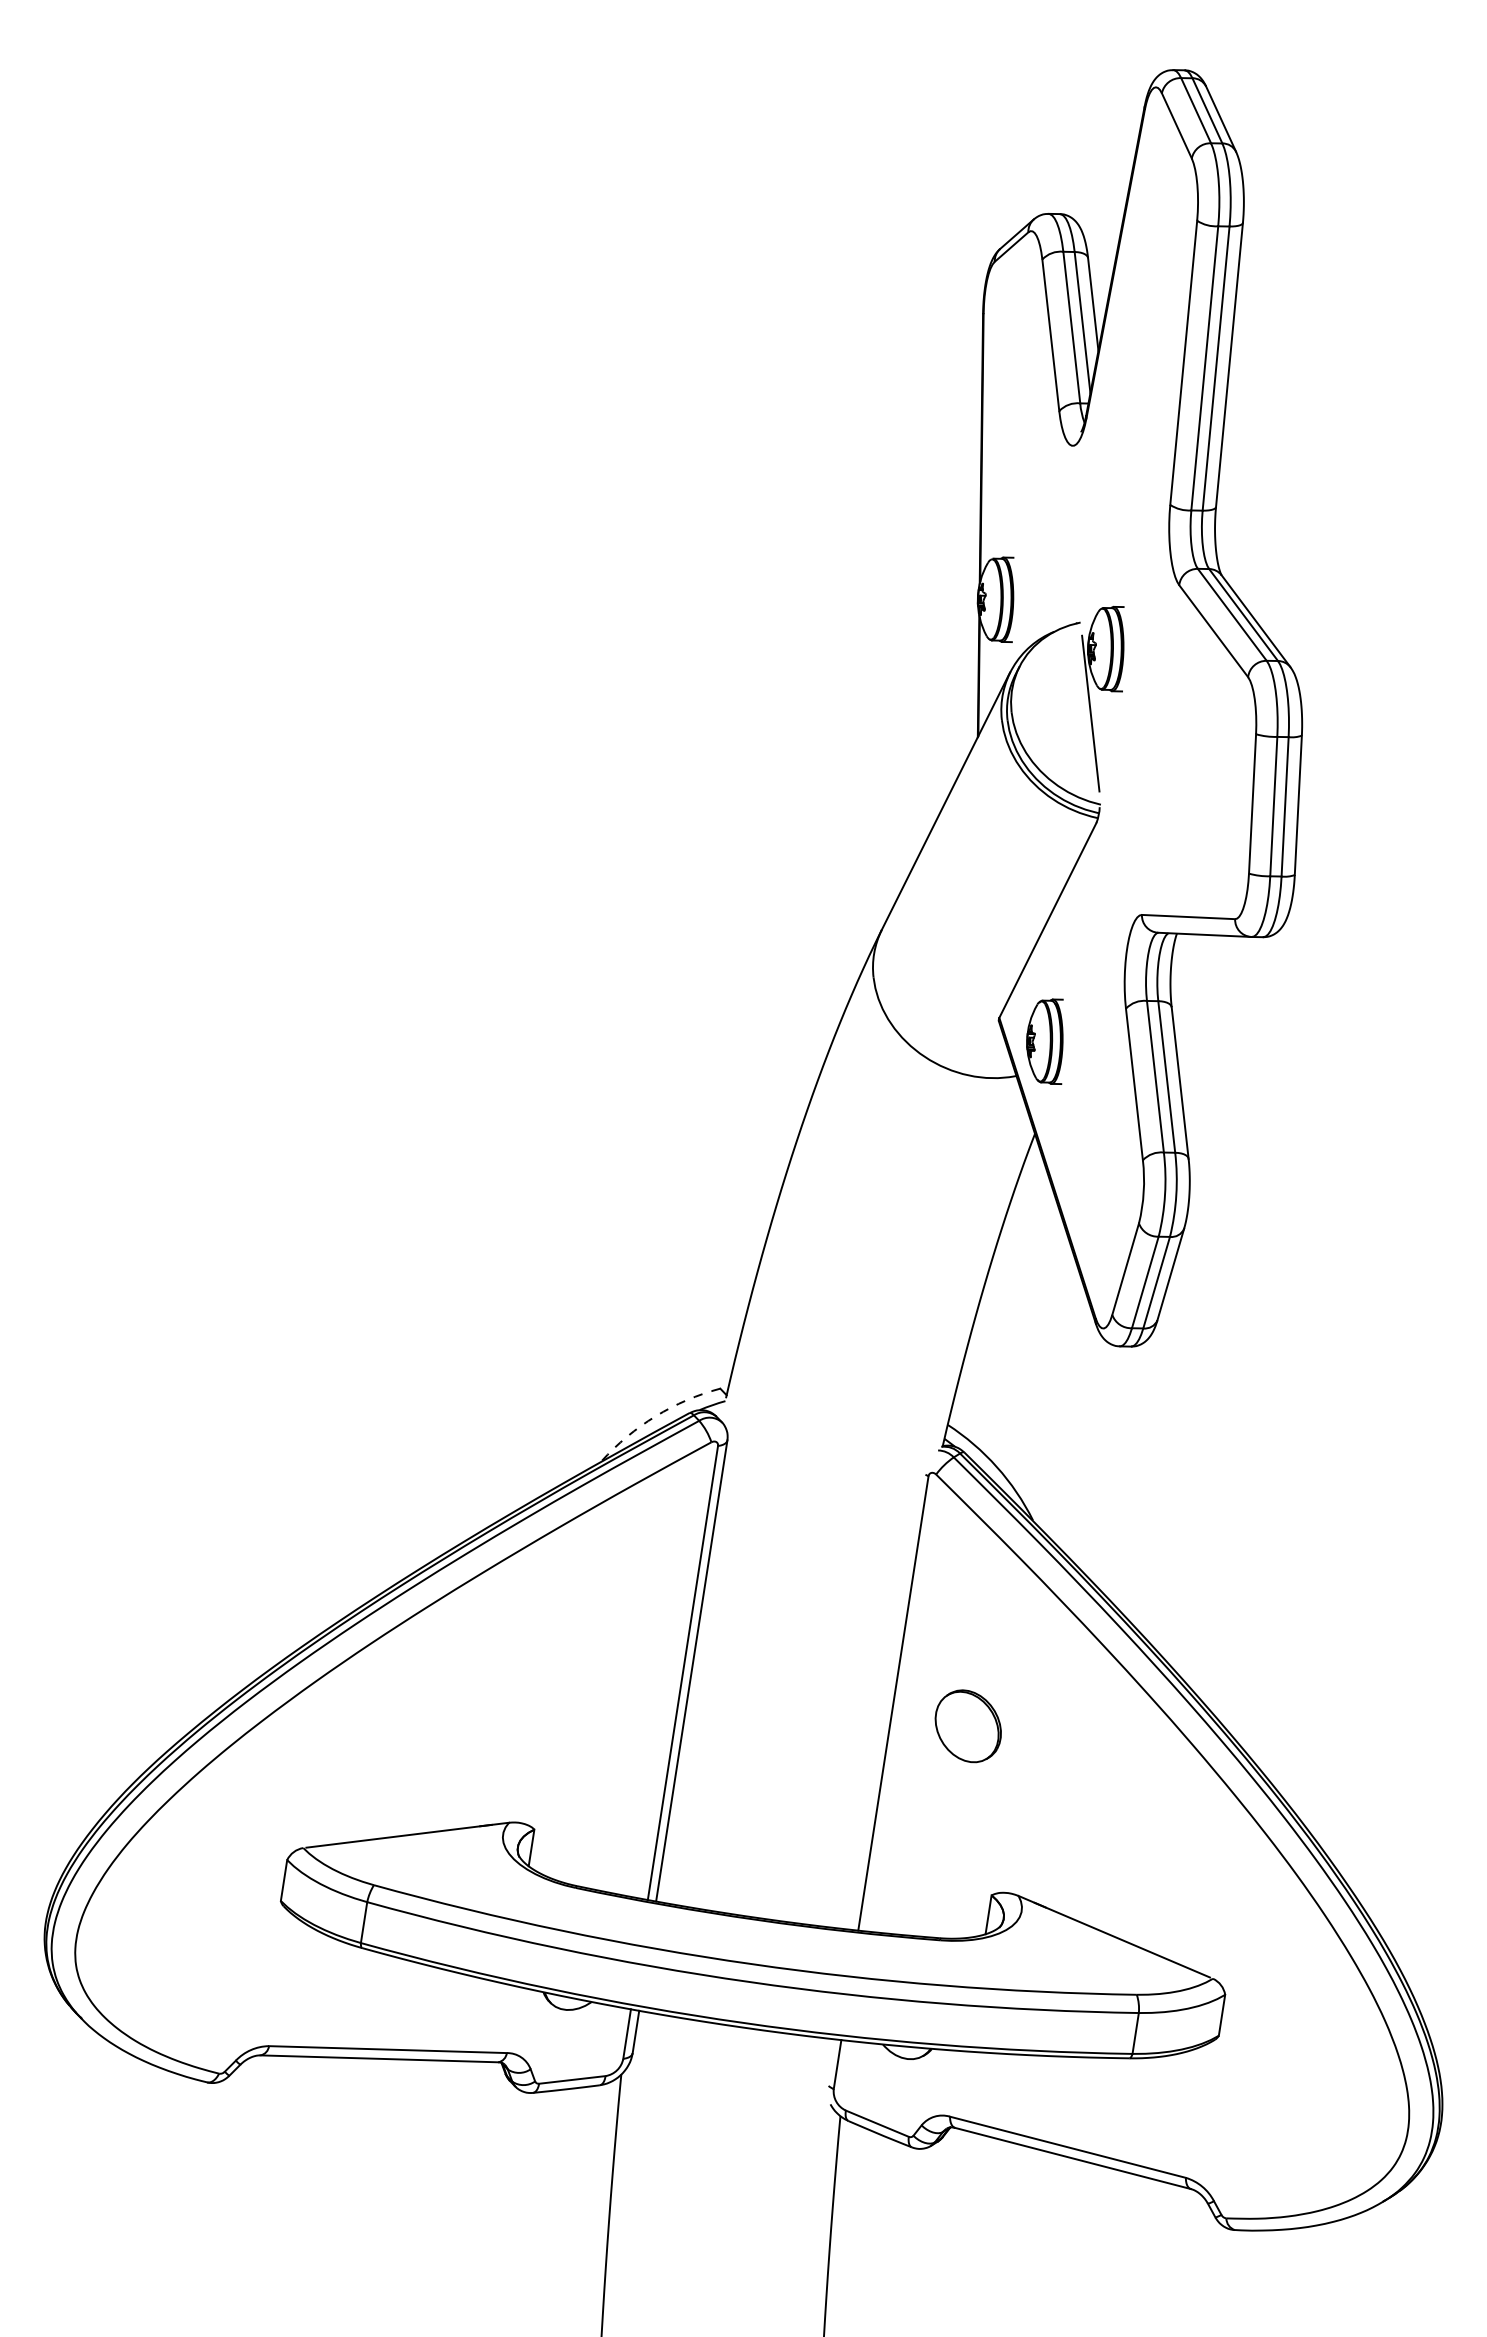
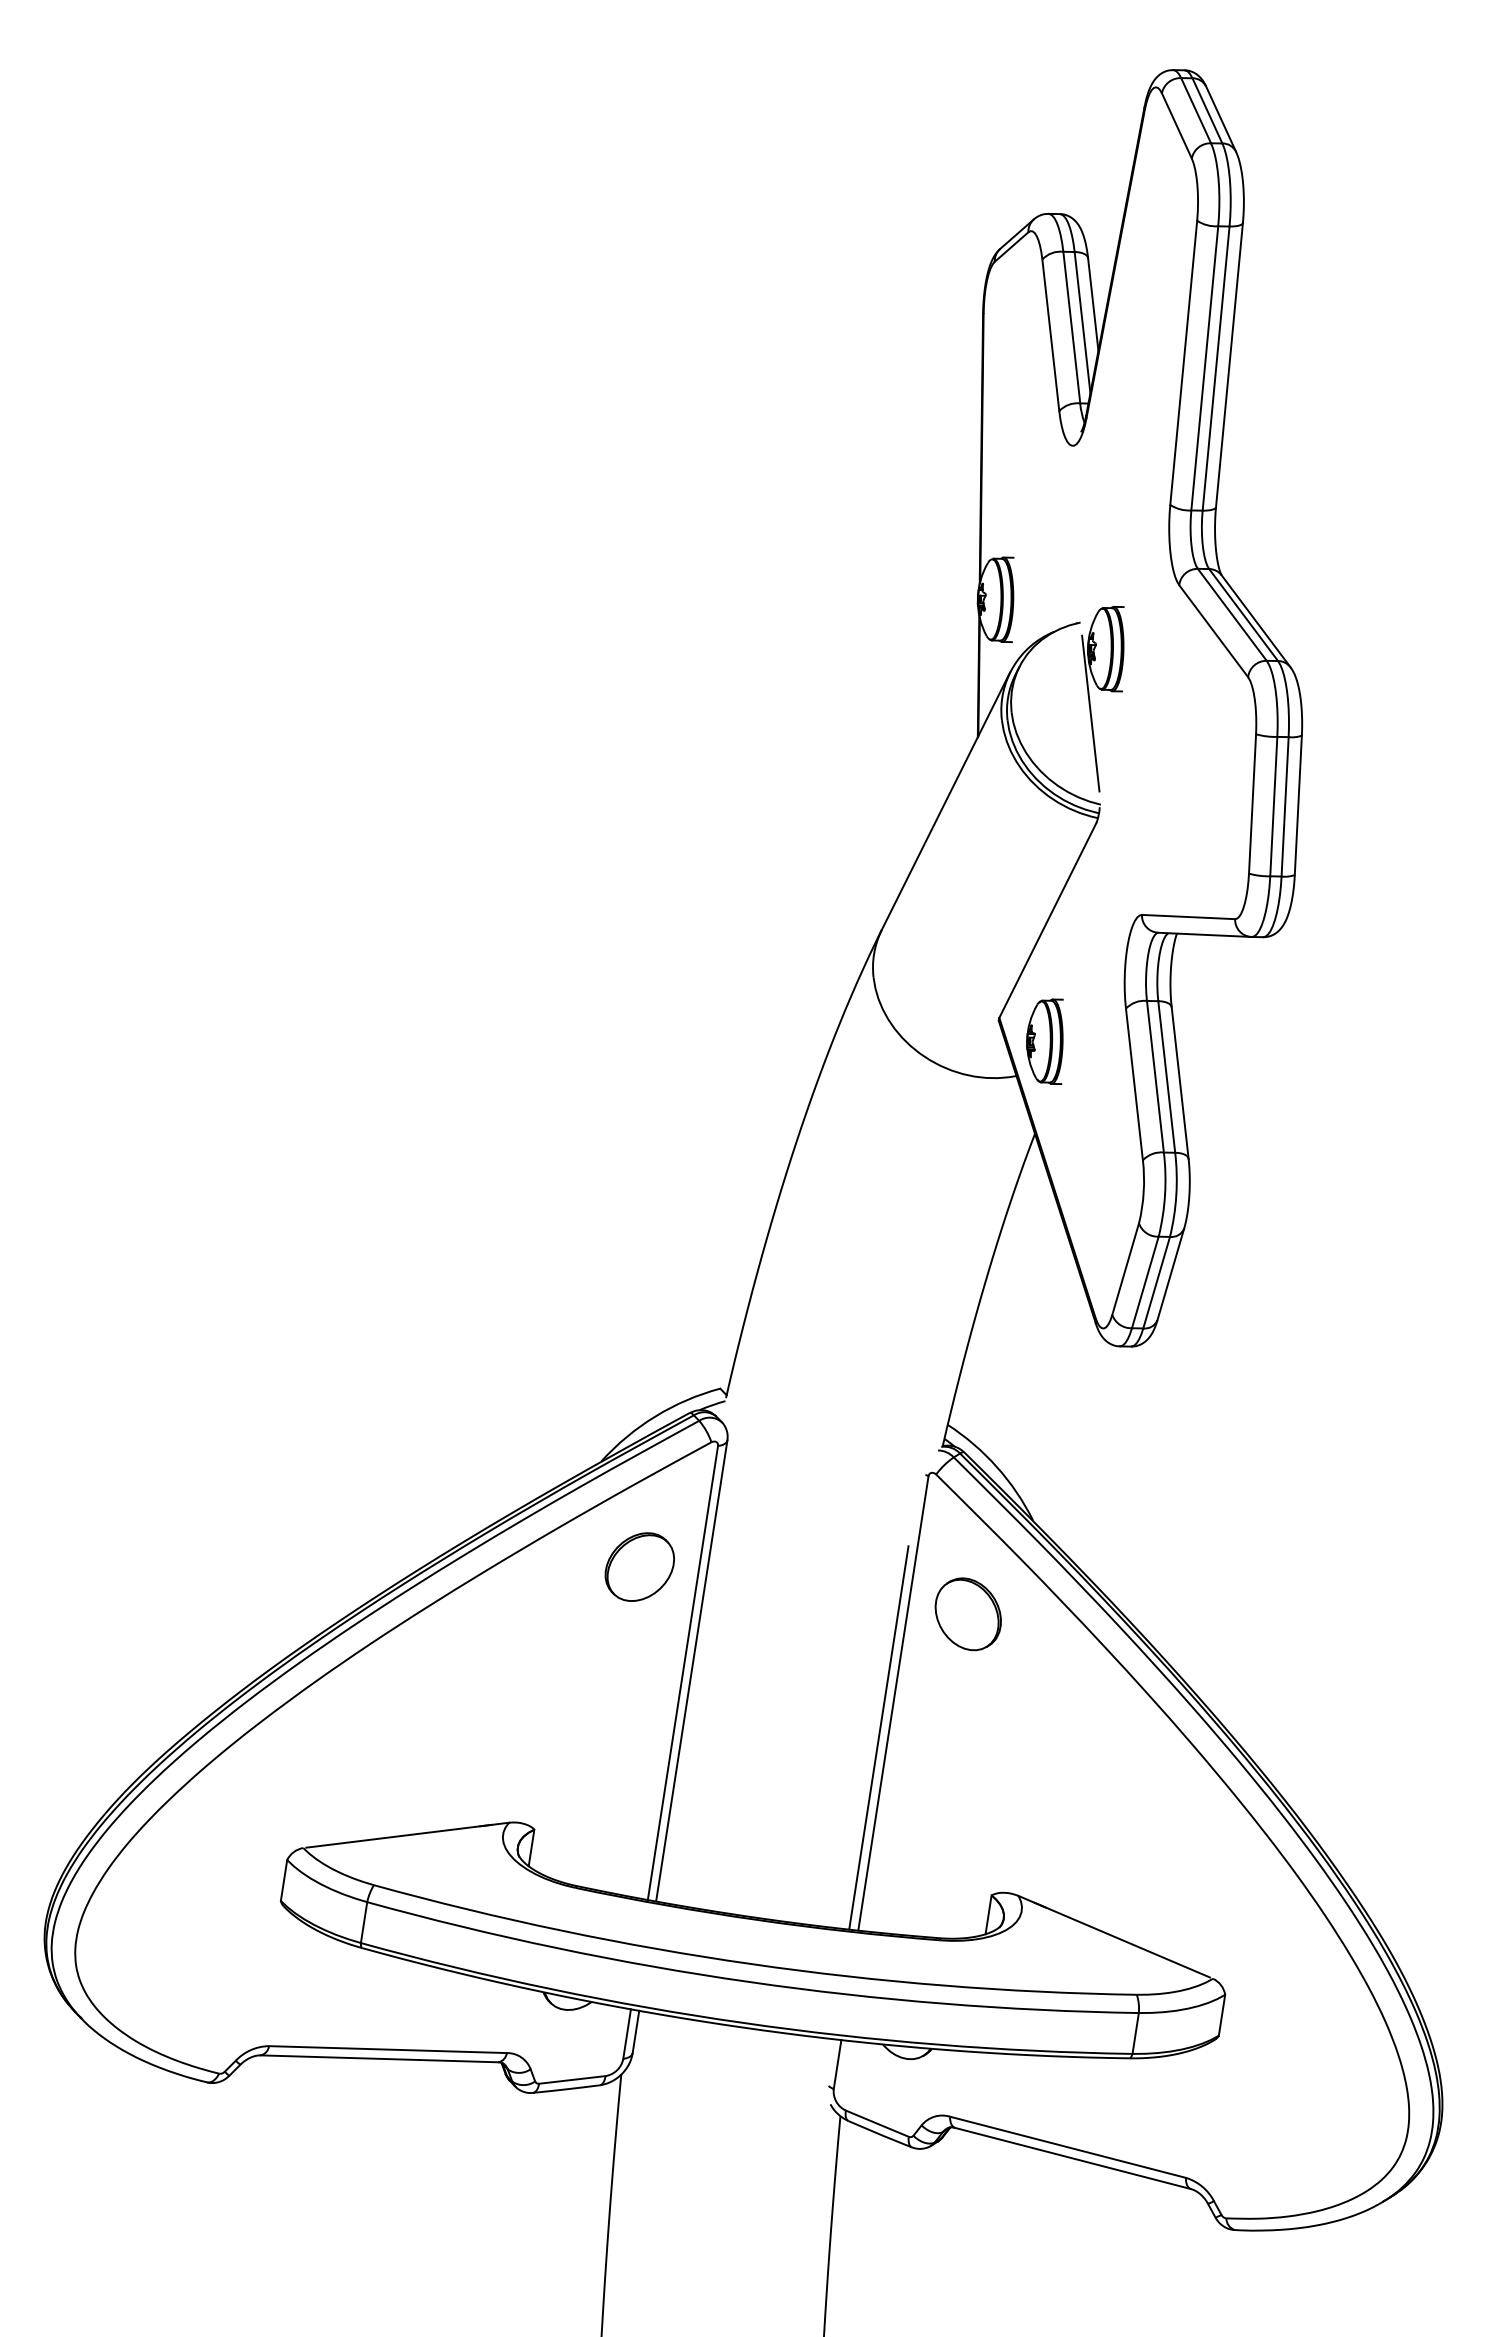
arc at (655, 1416): dashed -> solid
part at (639, 1566): none -> present
part at (967, 1726) position: (967, 1726) -> (967, 1614)
line at (878, 1737): none -> present
